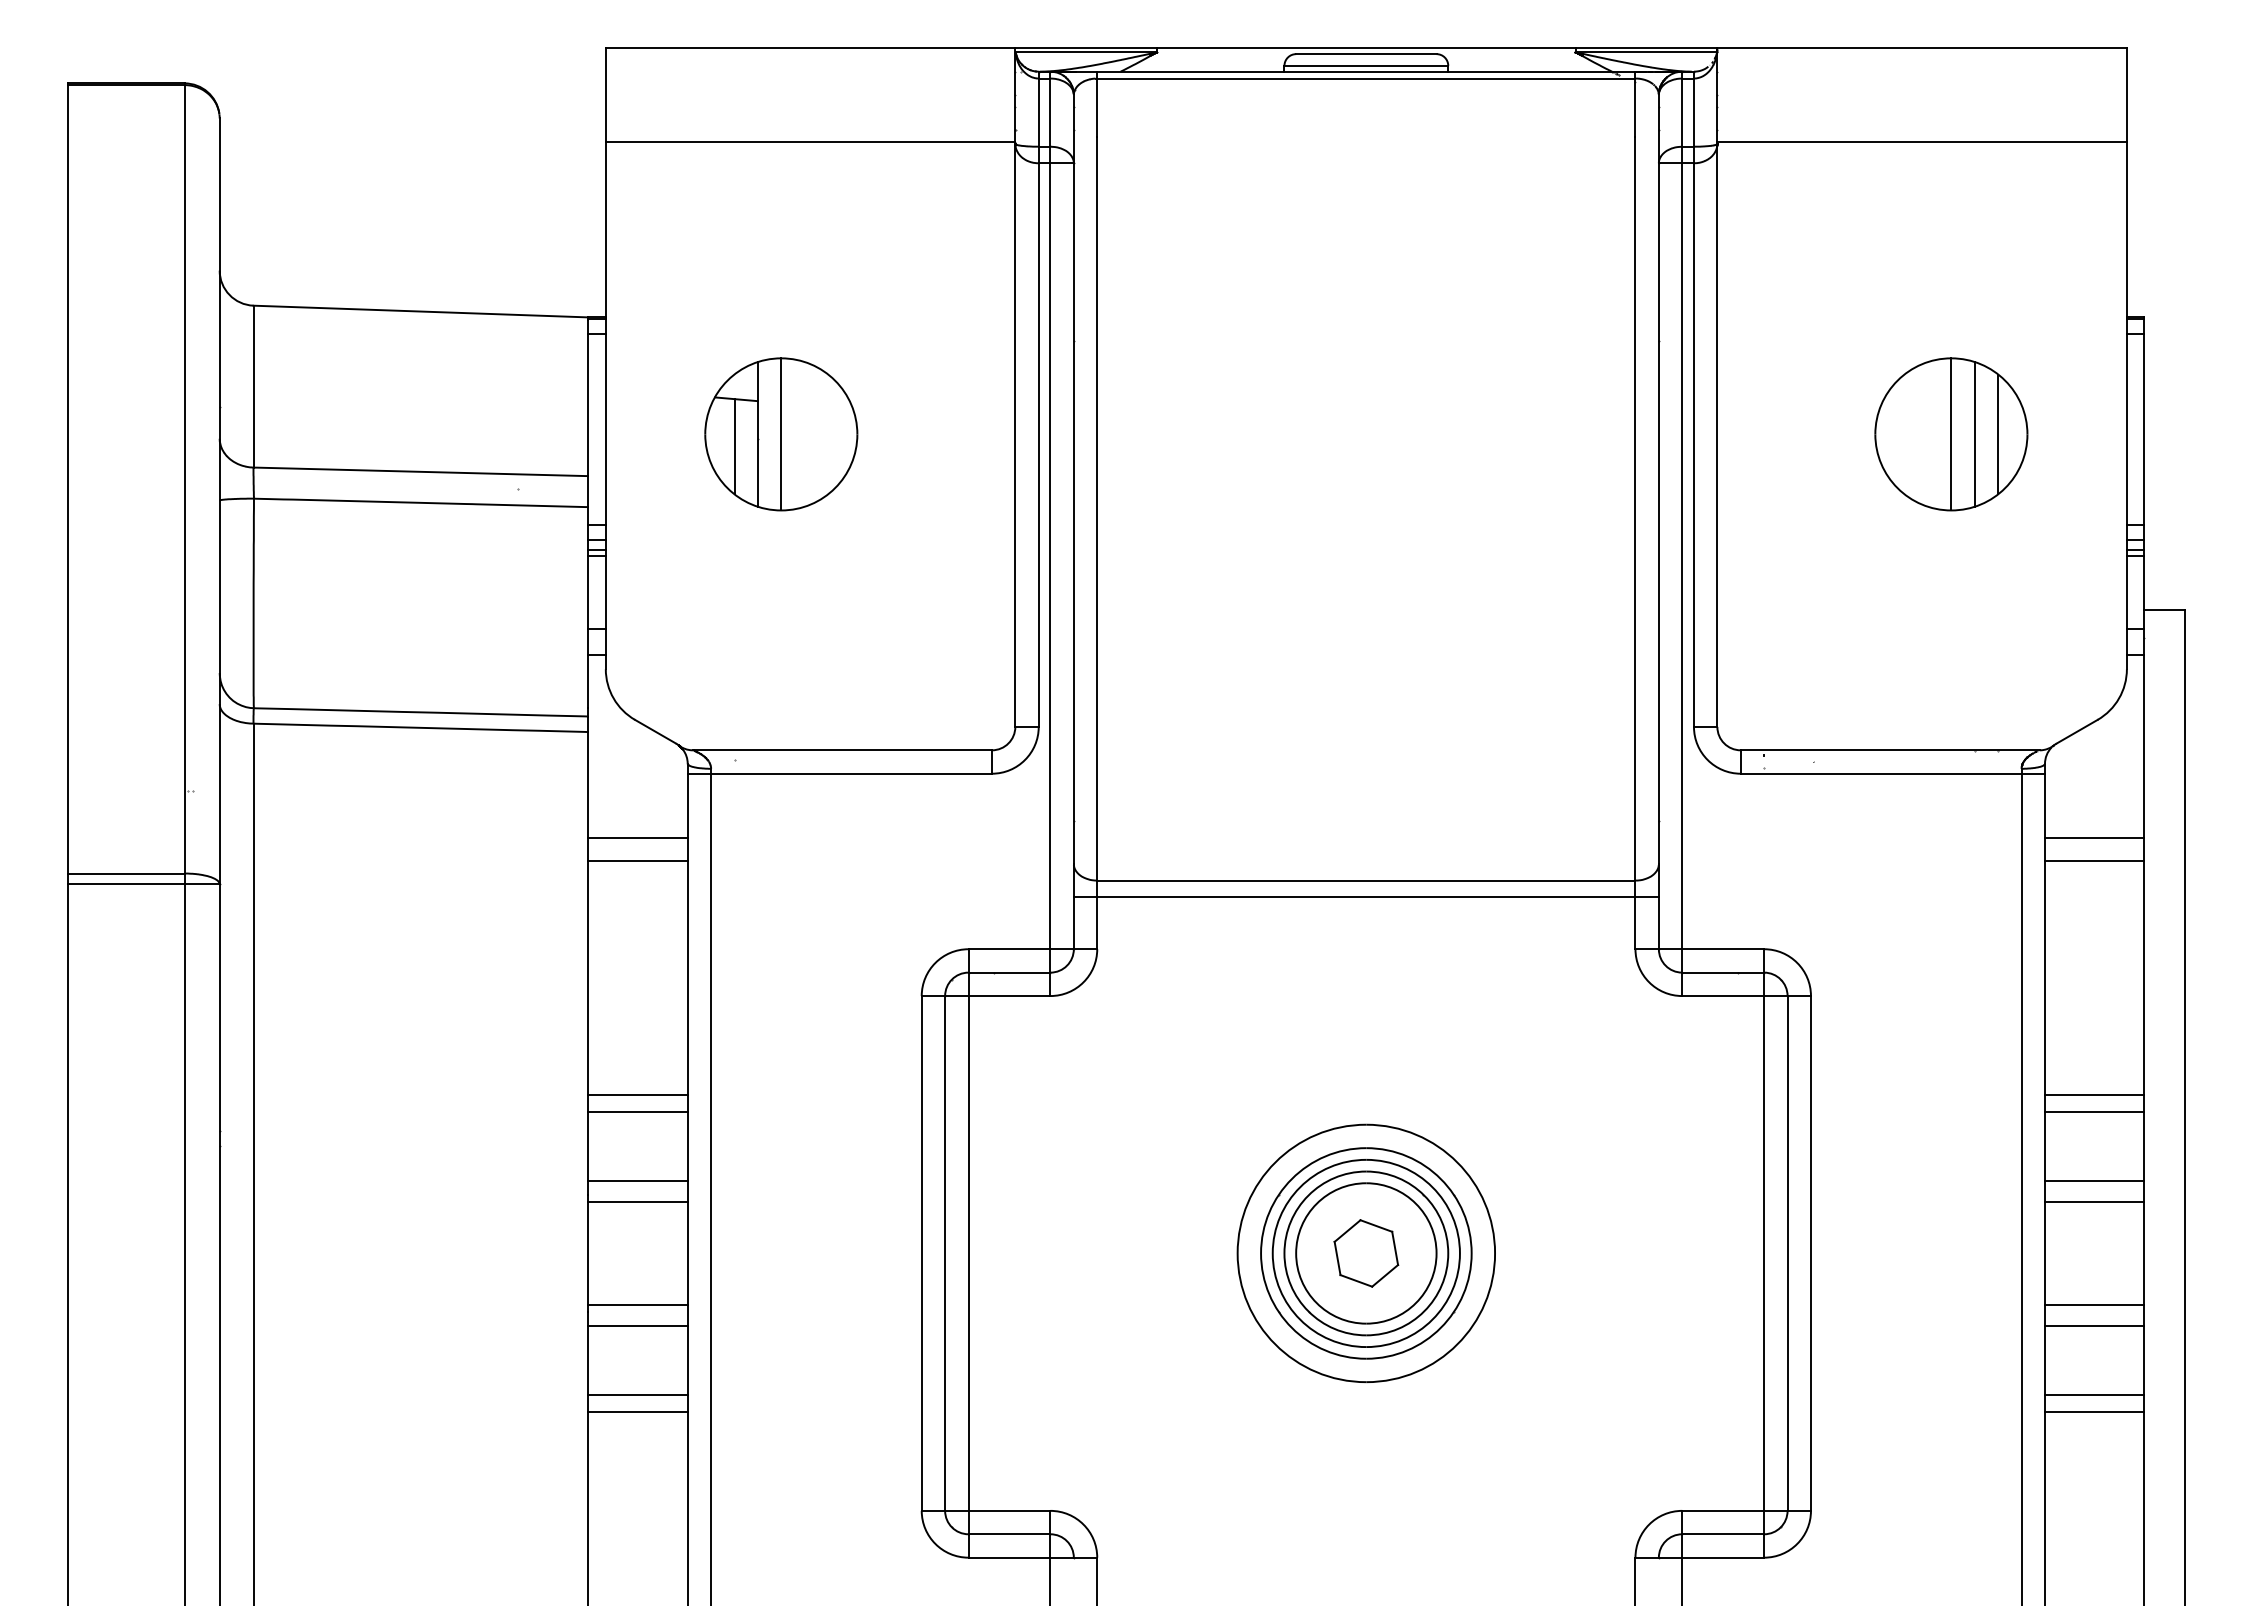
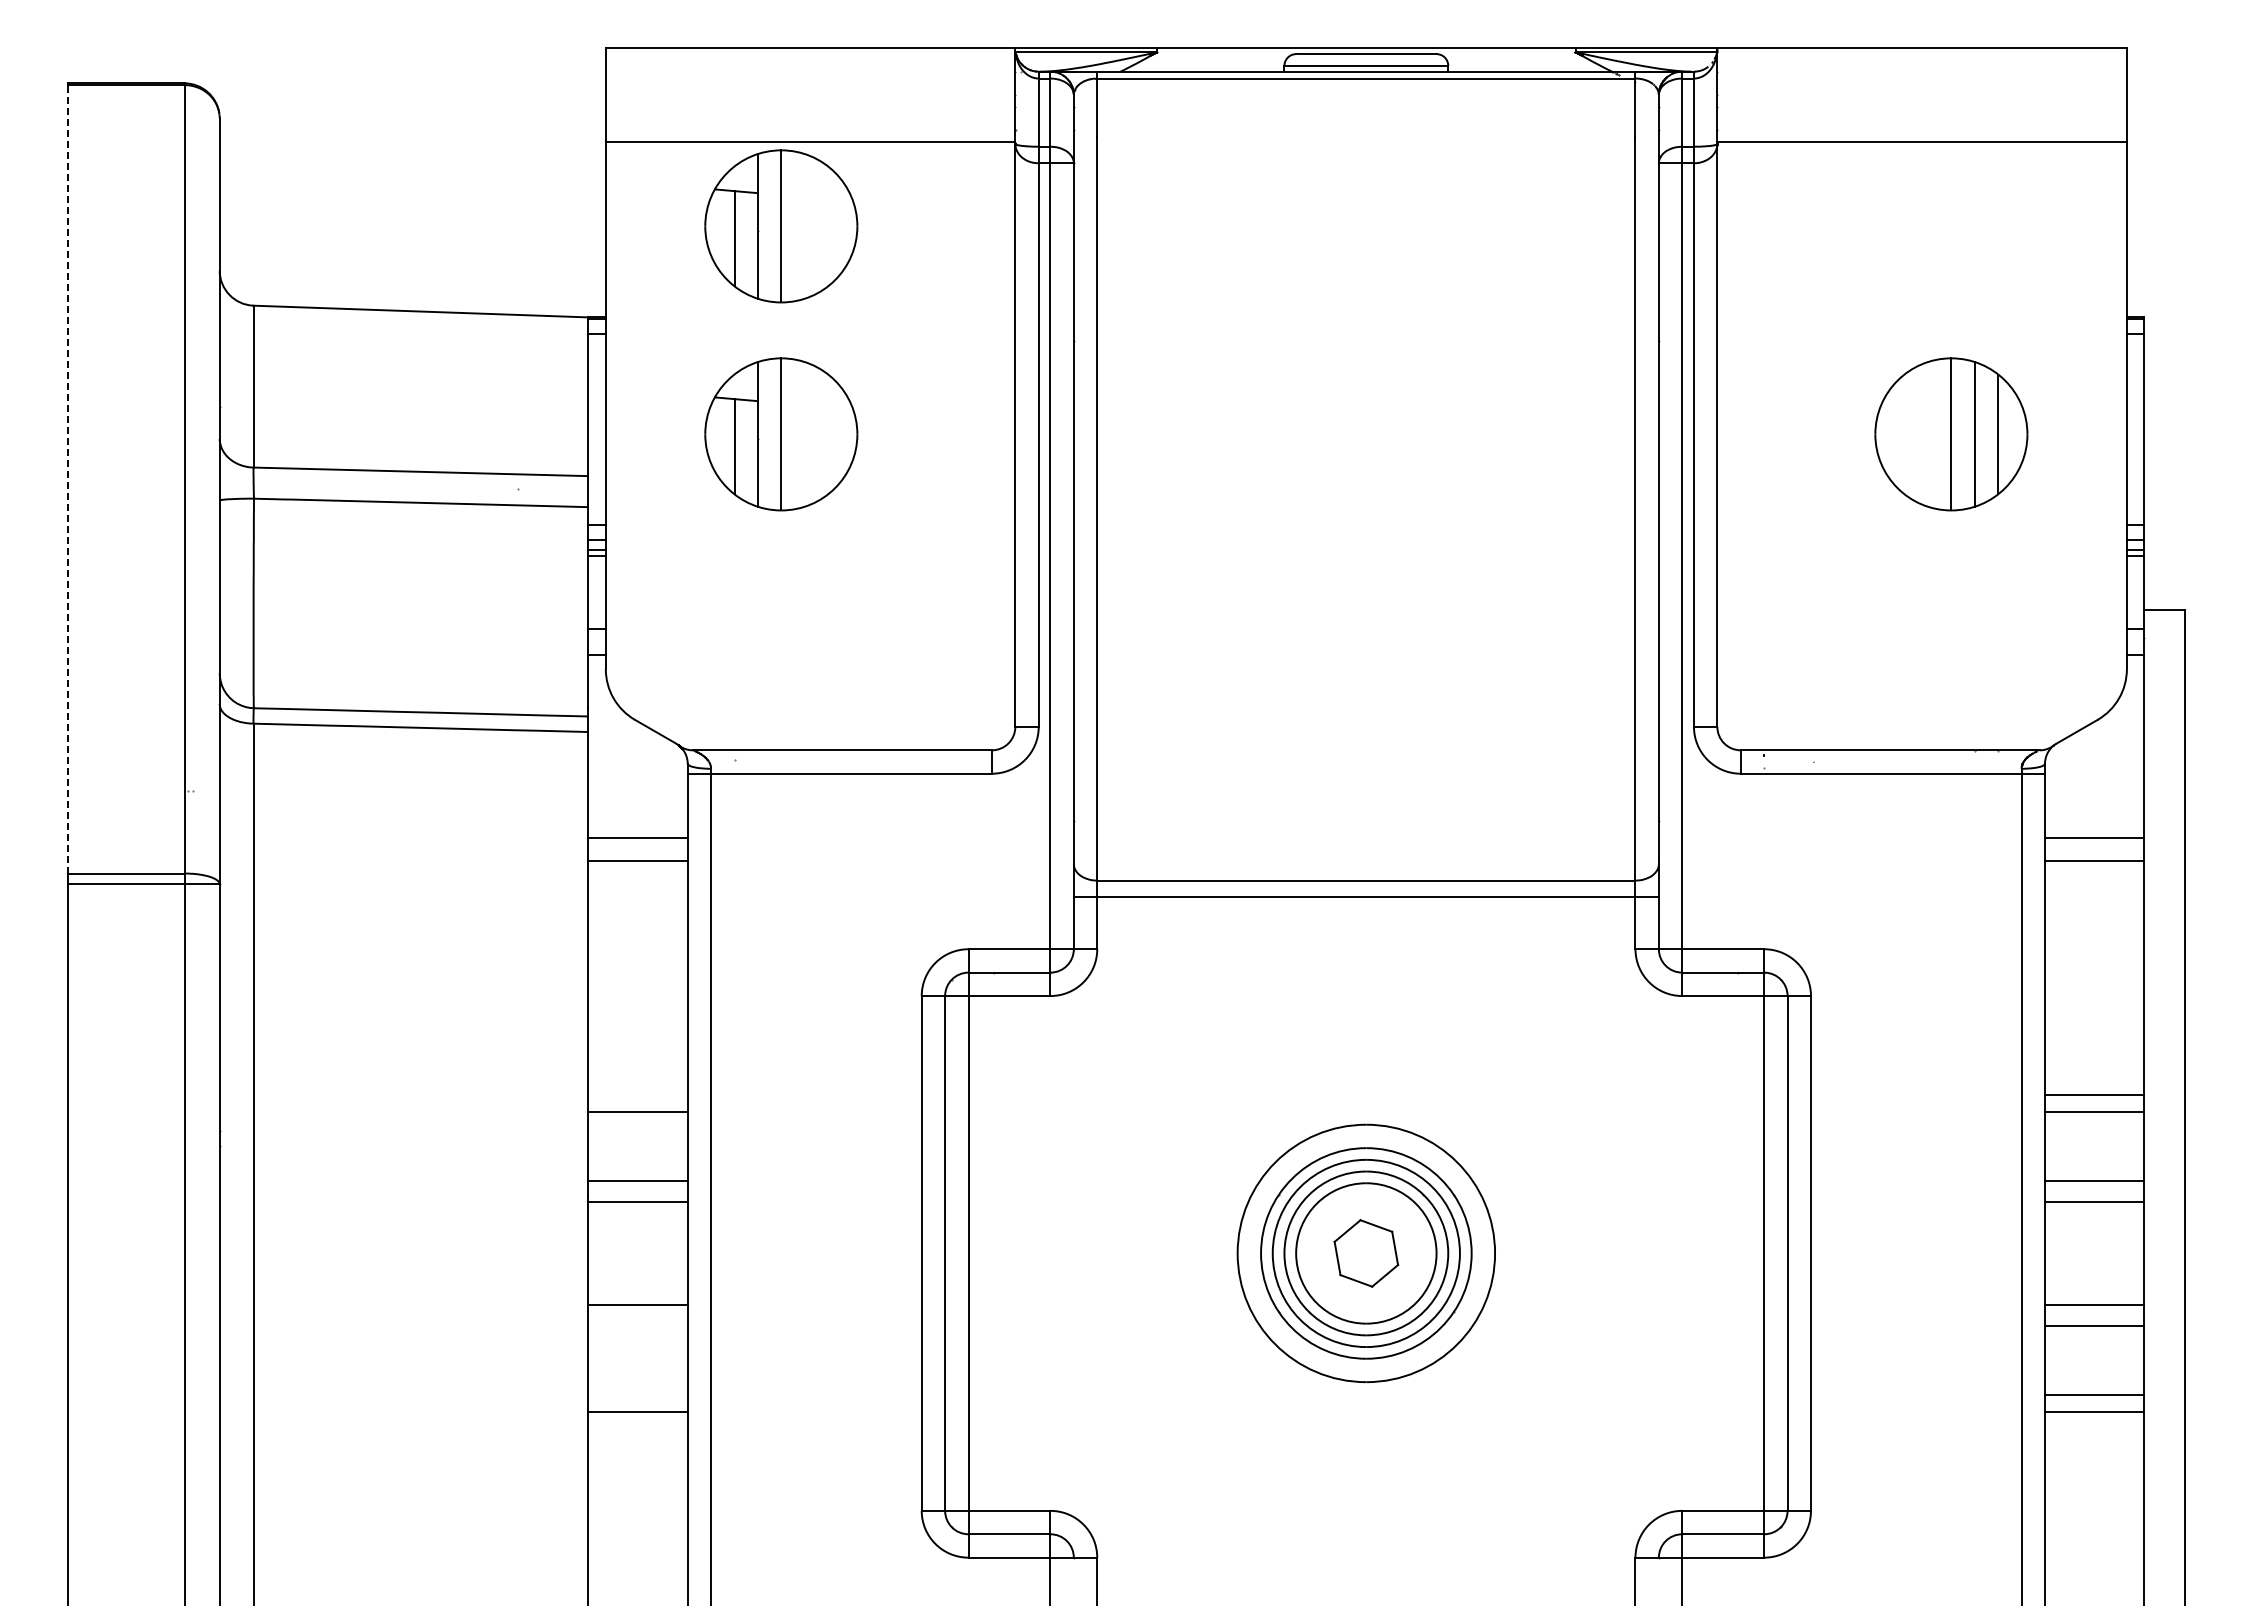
part at (781, 226): none -> present
line at (67, 478): solid -> dashed
line at (637, 1094): present -> none
line at (637, 1325): present -> none
line at (637, 1395): present -> none
